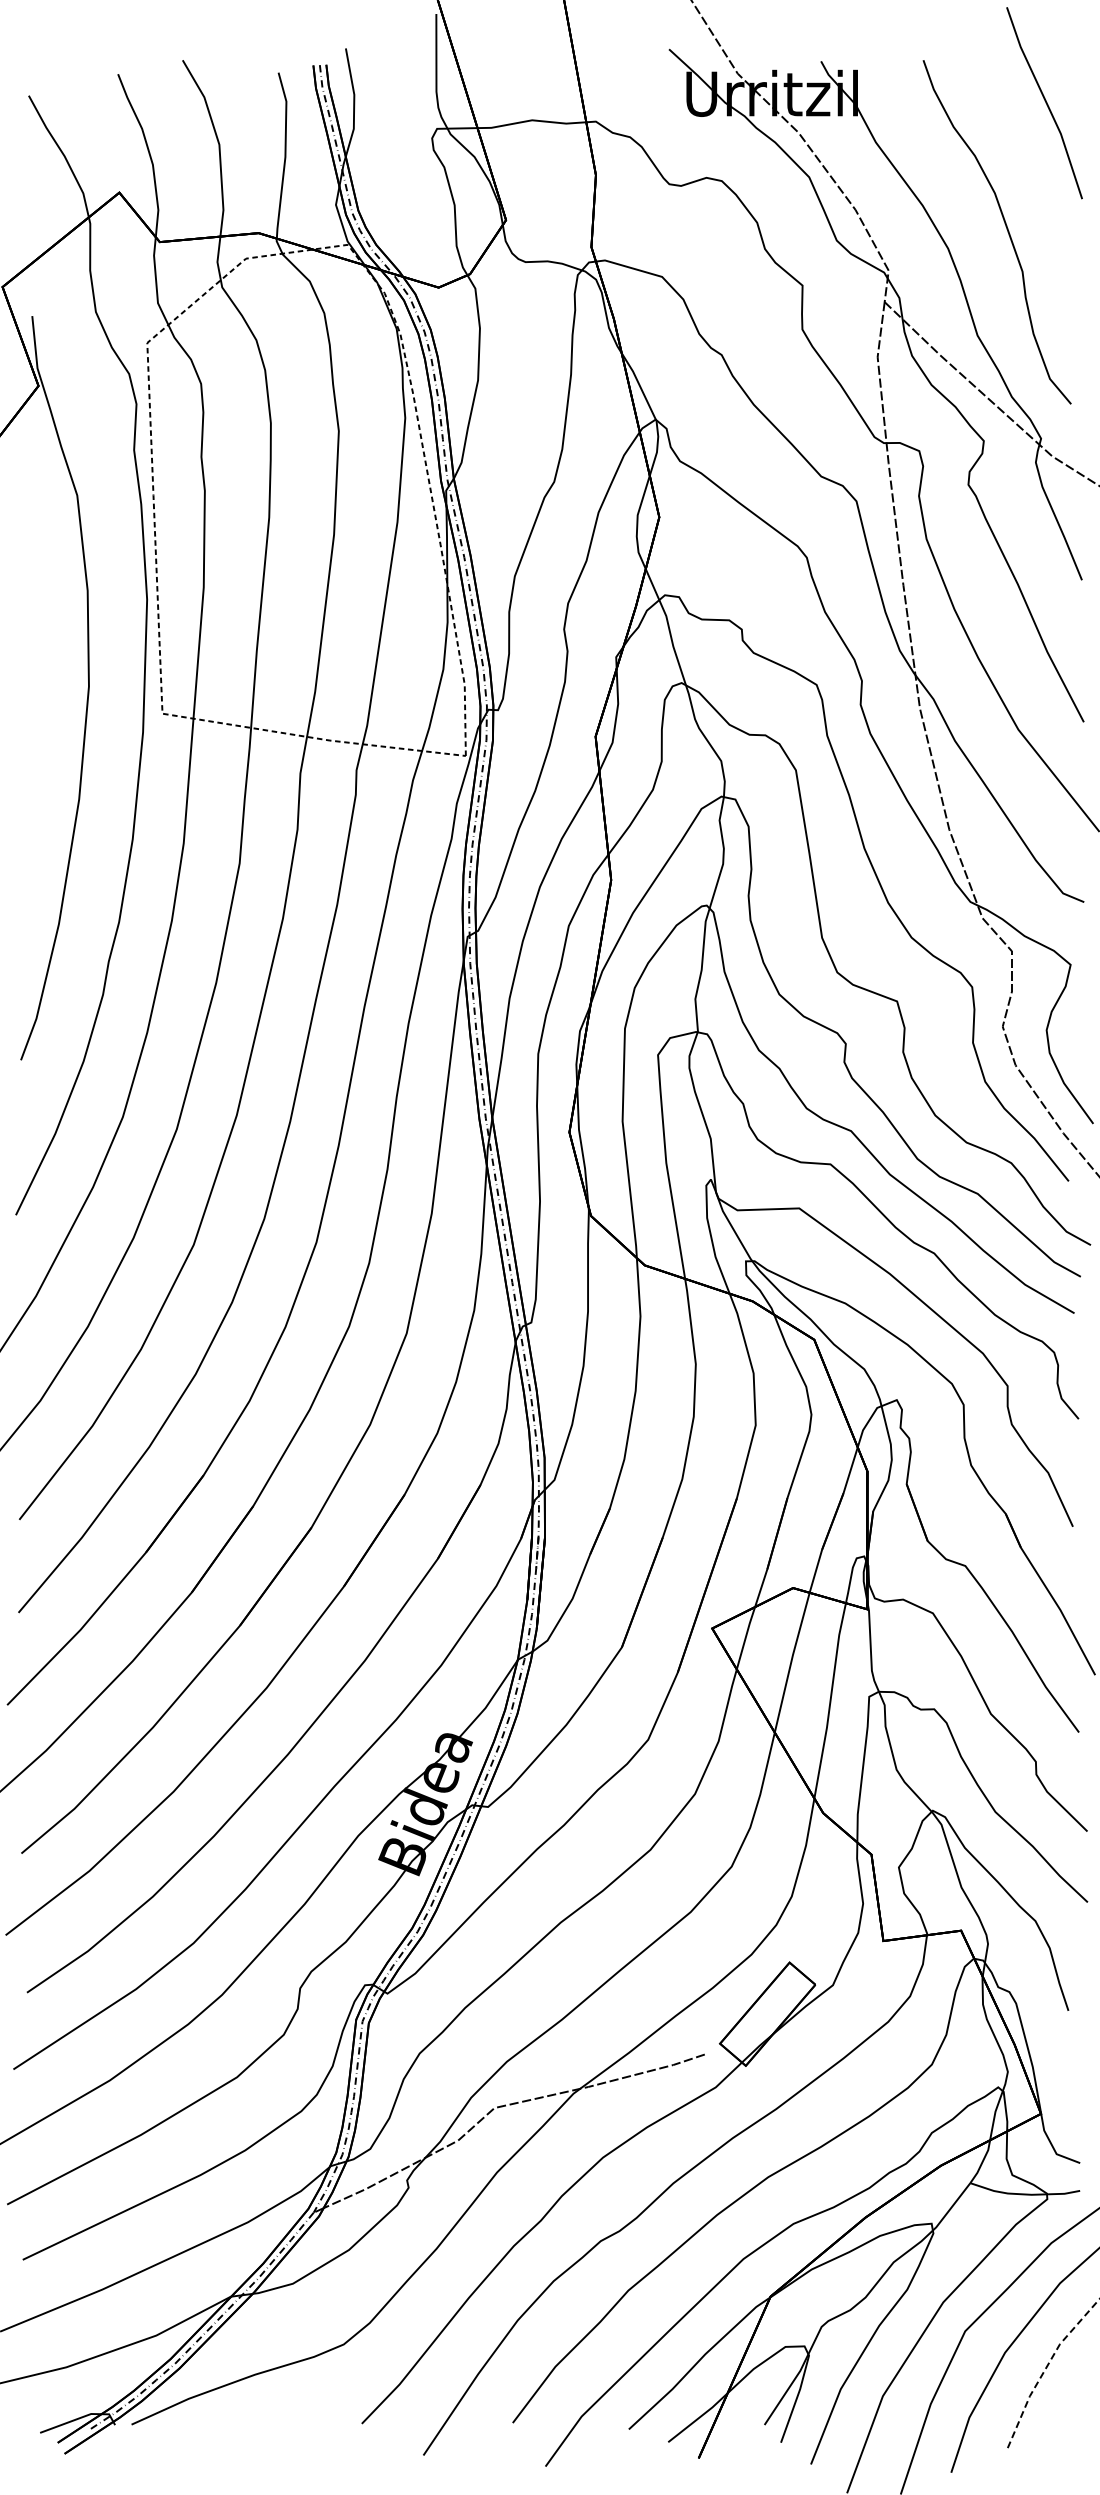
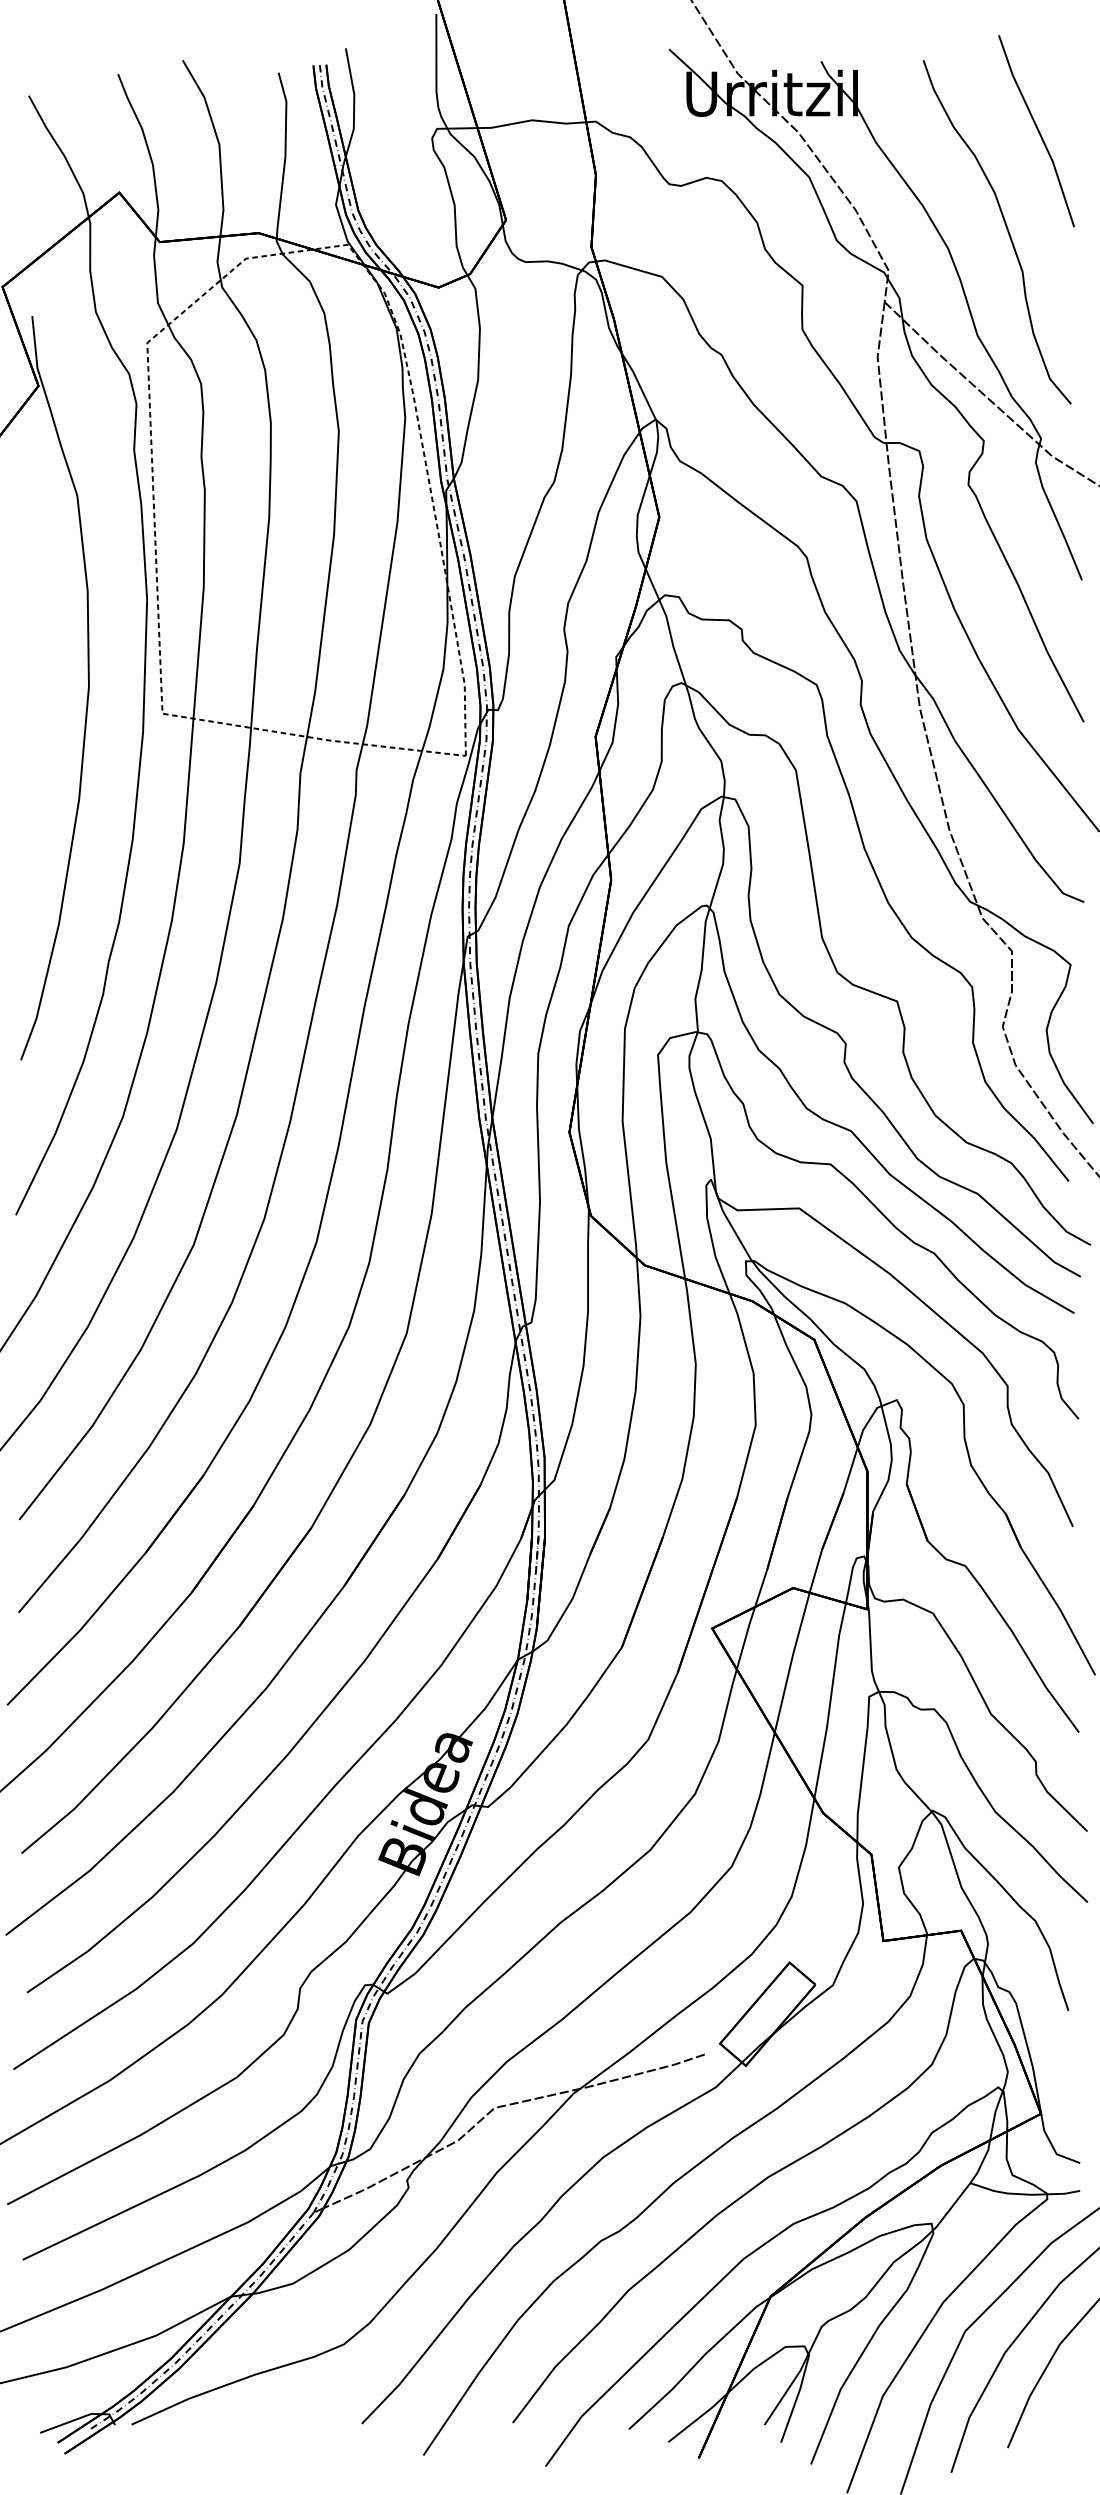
line at (1045, 103) position: (1045, 103) -> (1037, 131)
line at (1046, 2368): dashed -> solid
